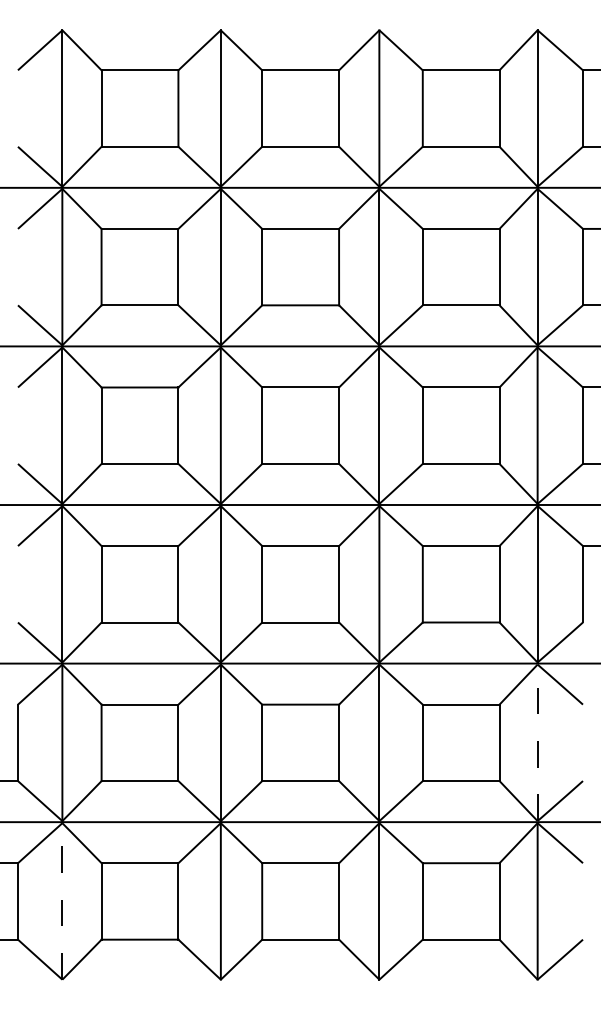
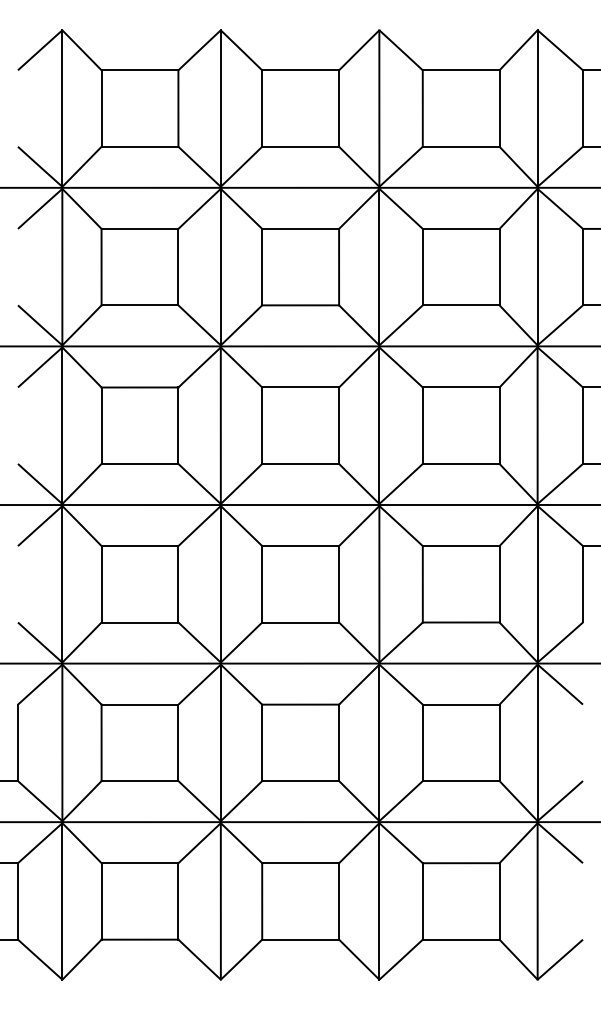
line at (537, 742): dashed -> solid
line at (62, 900): dashed -> solid
